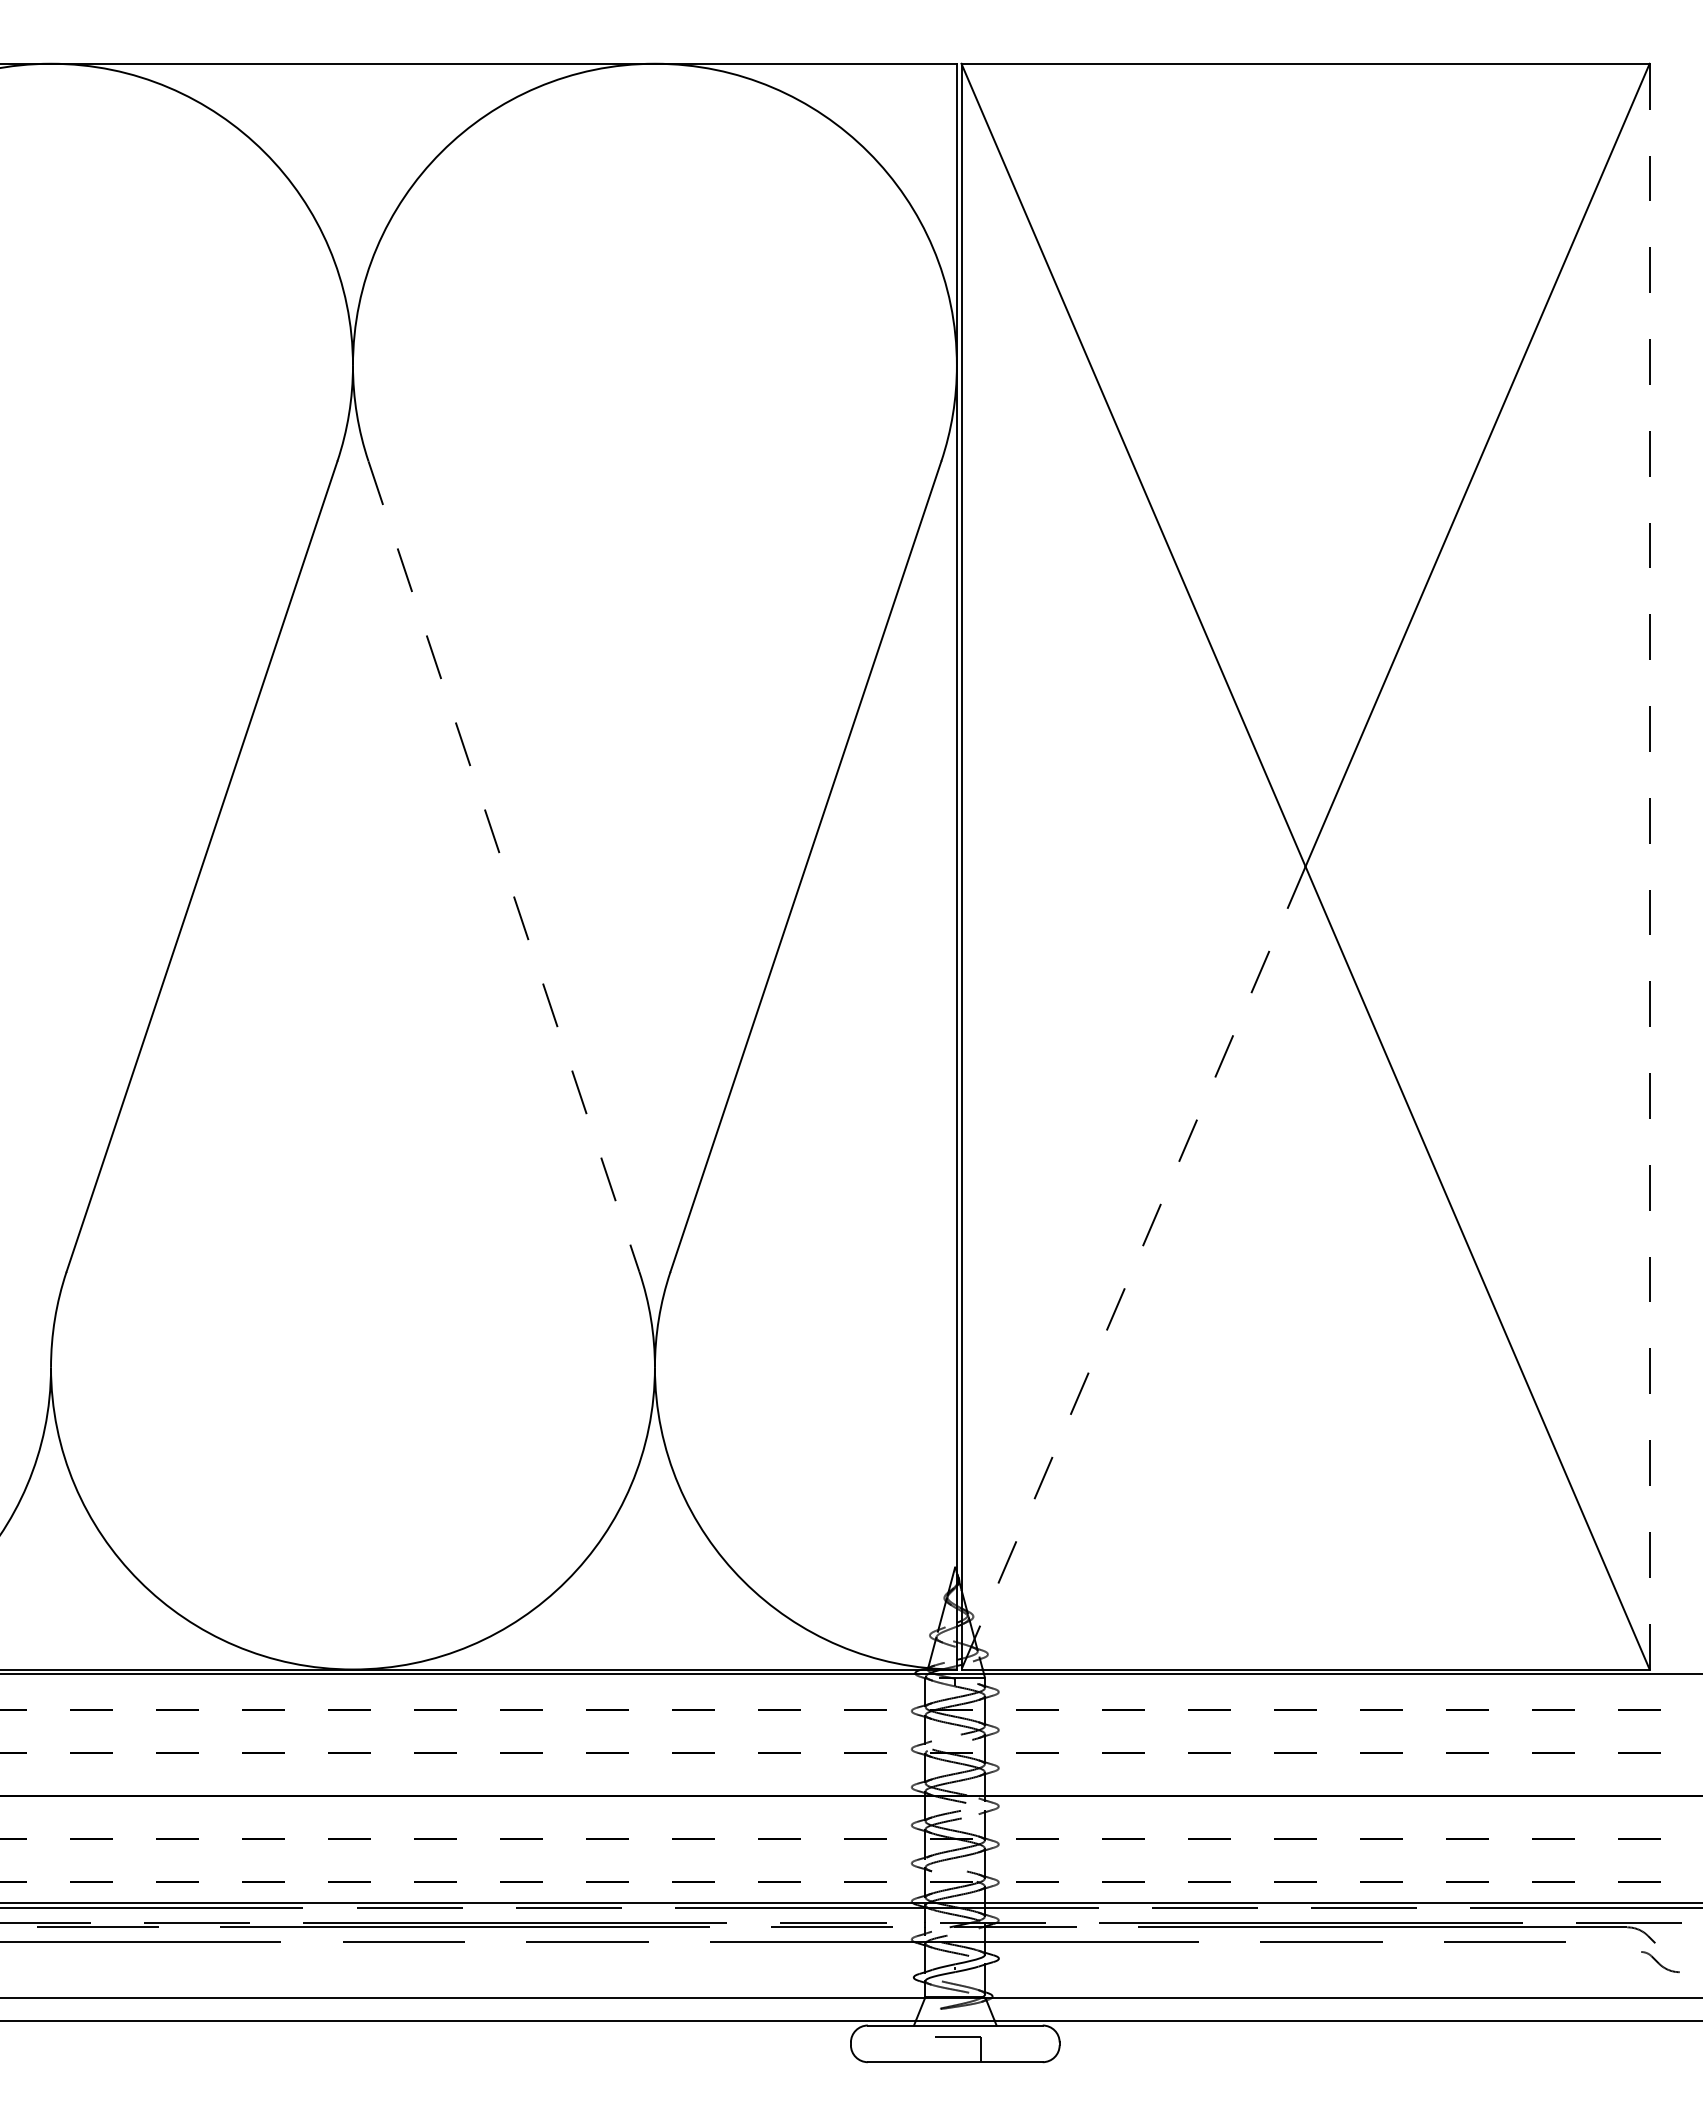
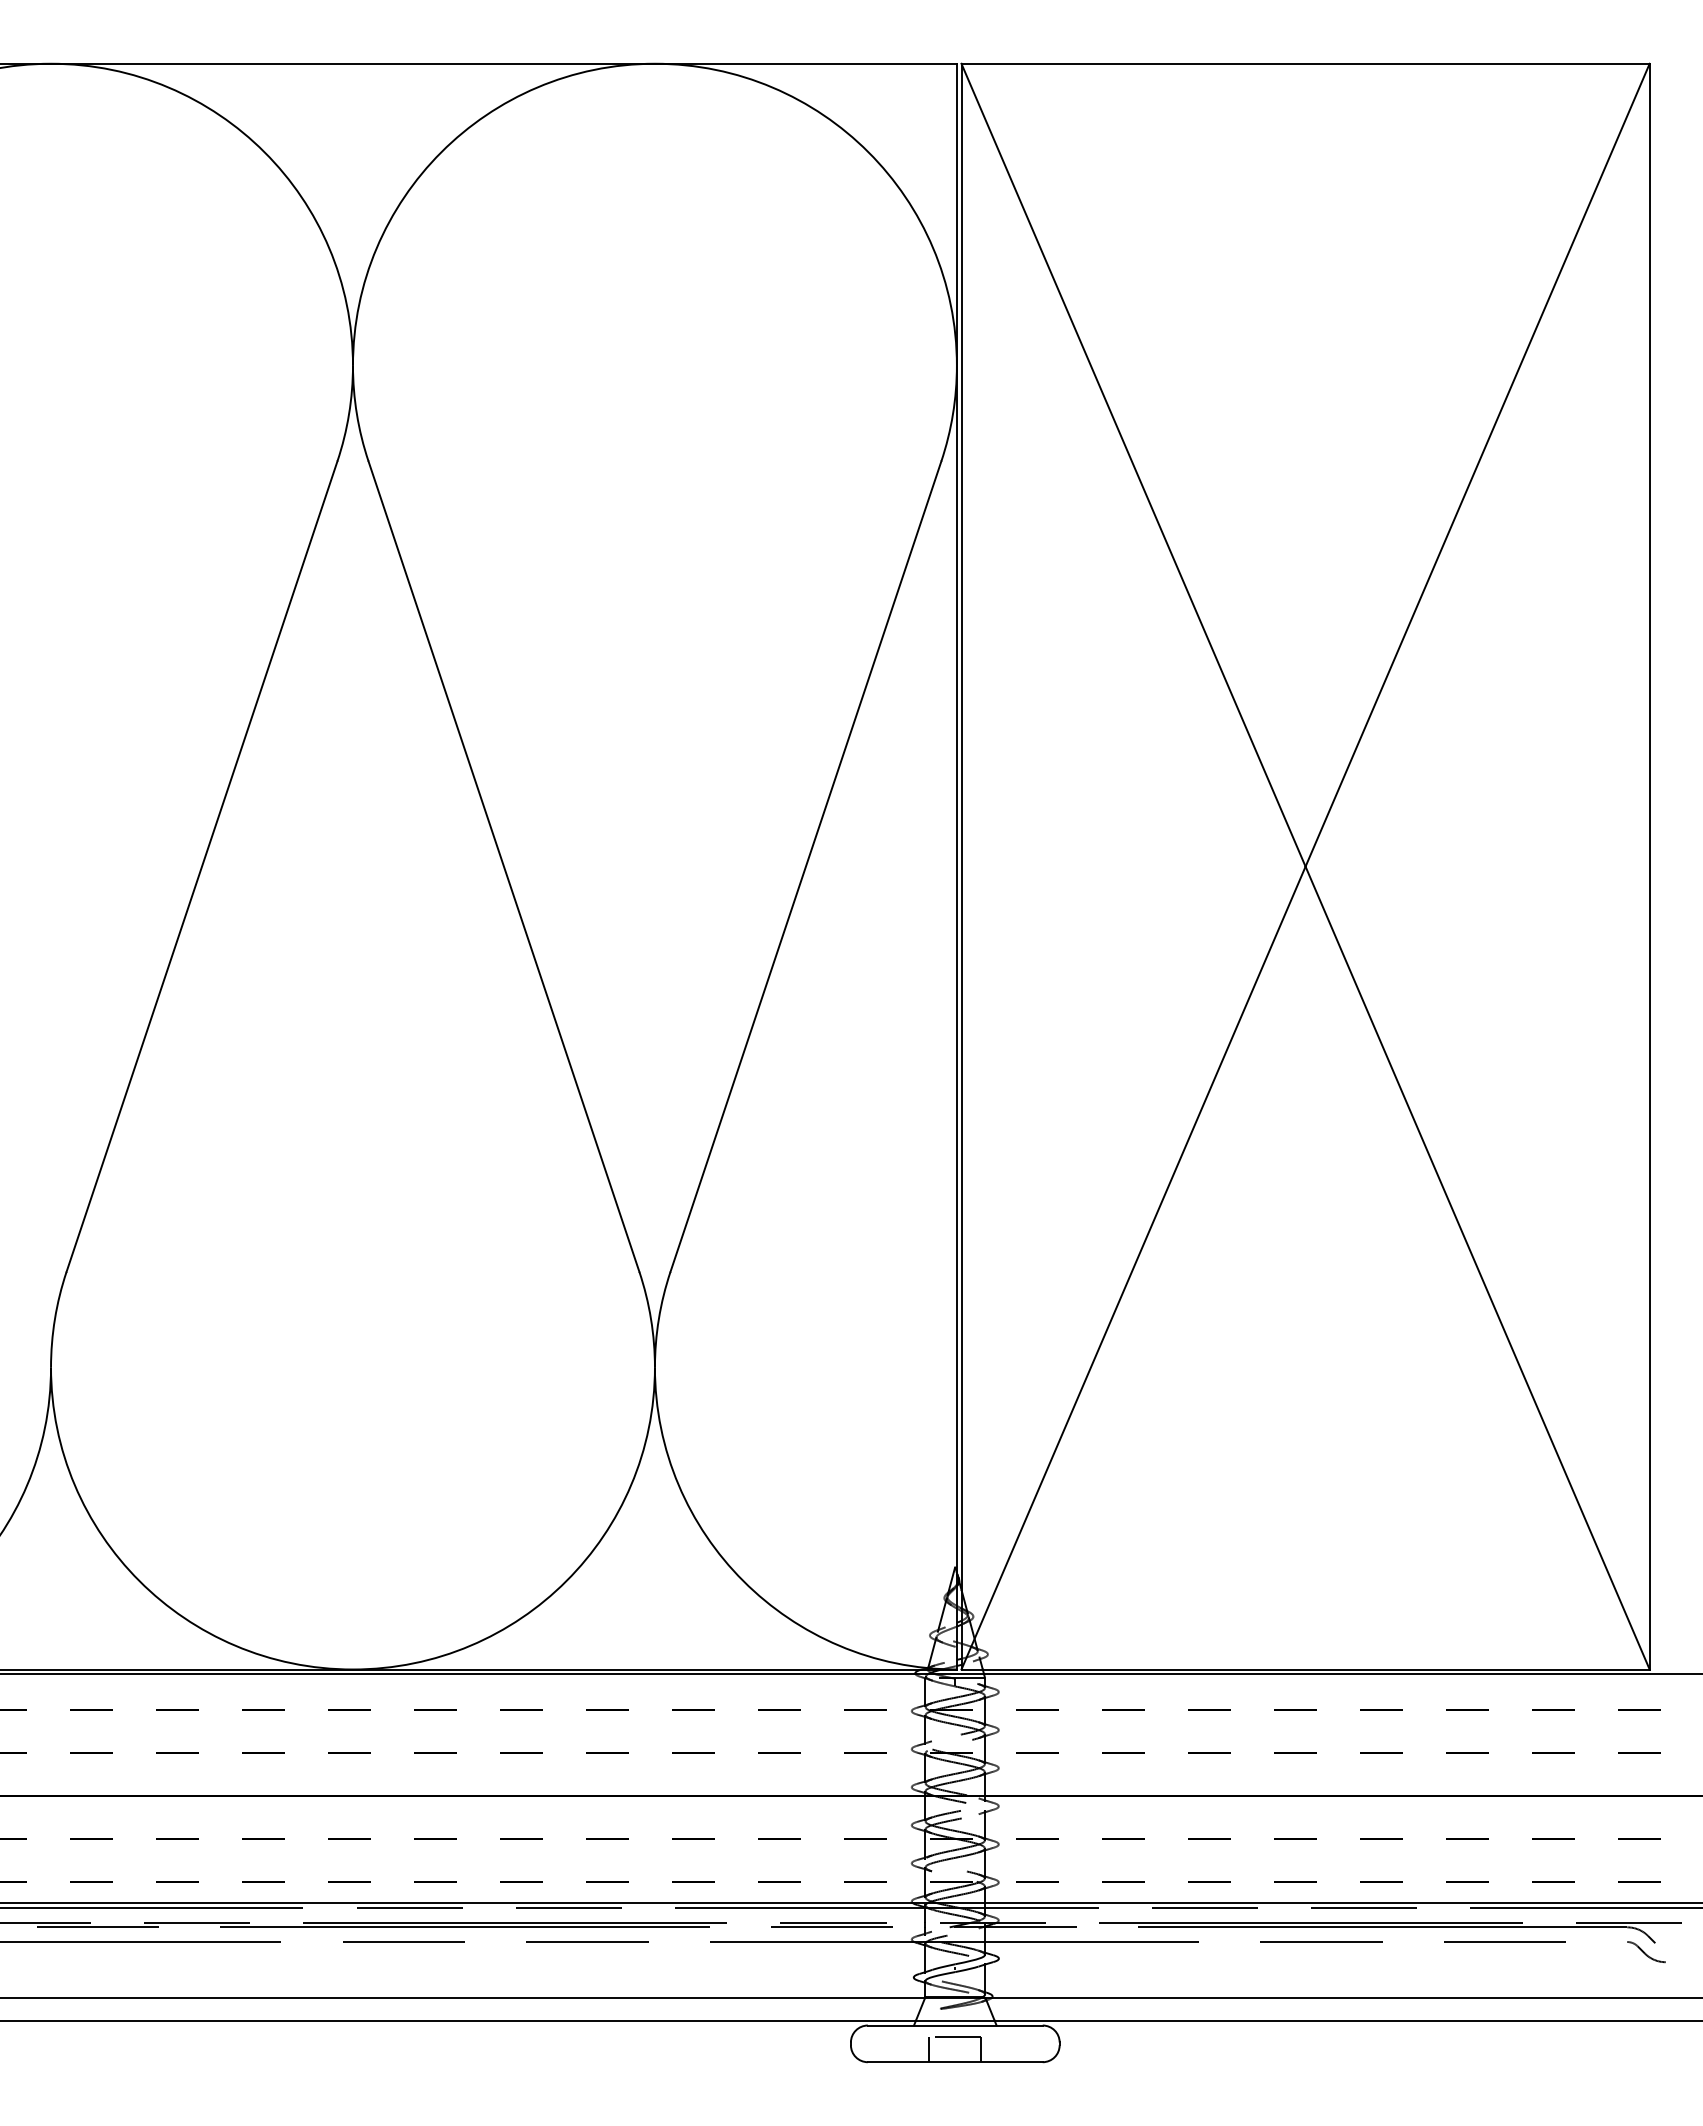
line at (1649, 866): dashed -> solid
line at (504, 867): dashed -> solid
line at (1133, 1268): dashed -> solid
part at (1660, 1962) position: (1660, 1962) -> (1646, 1952)
line at (929, 2049): none -> present
